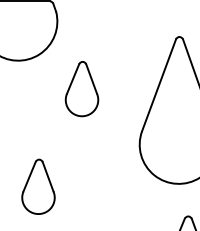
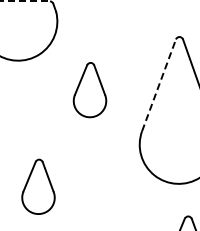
line at (25, 1): solid -> dashed
line at (159, 85): solid -> dashed
part at (81, 89) position: (81, 89) -> (89, 90)
